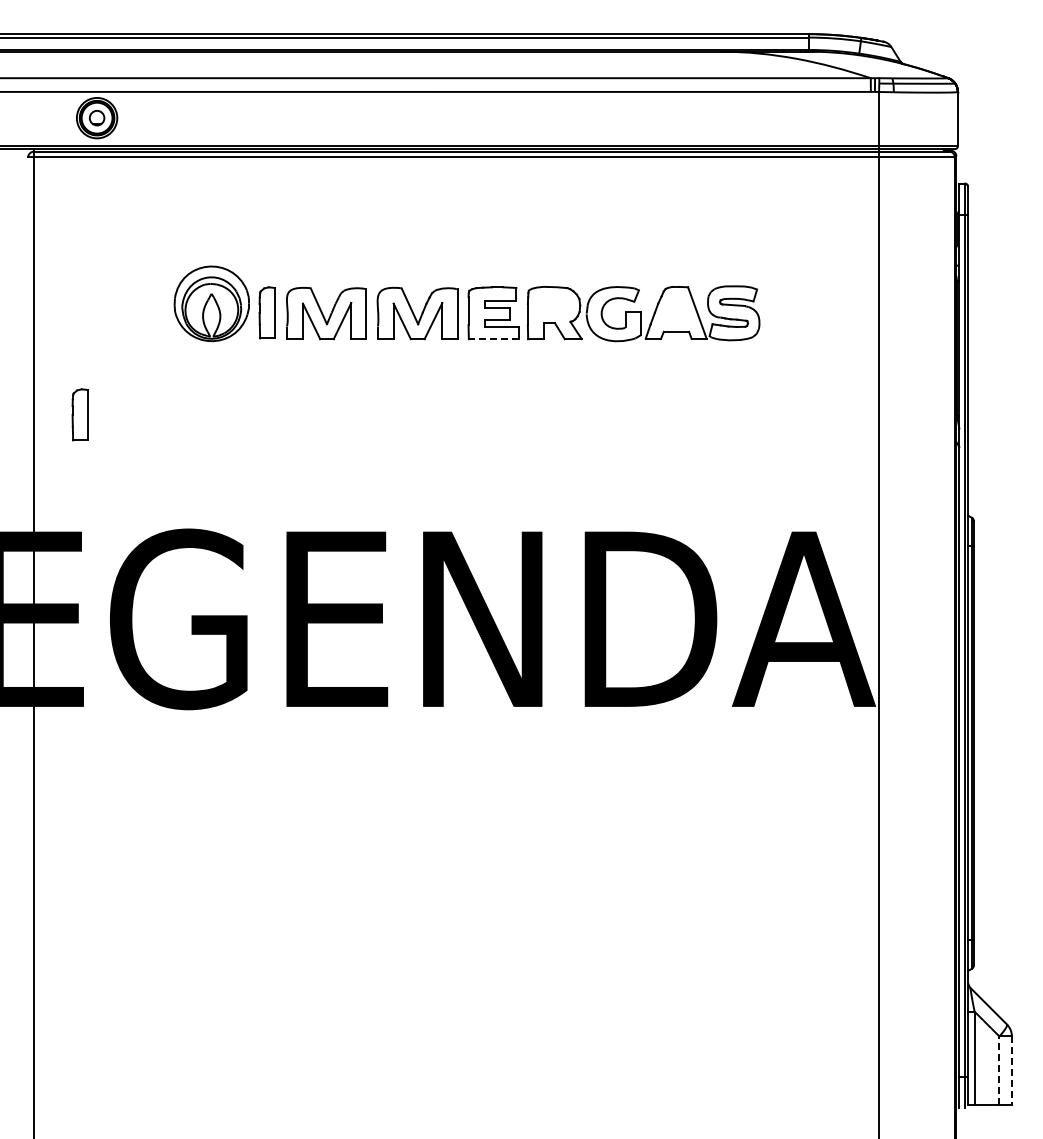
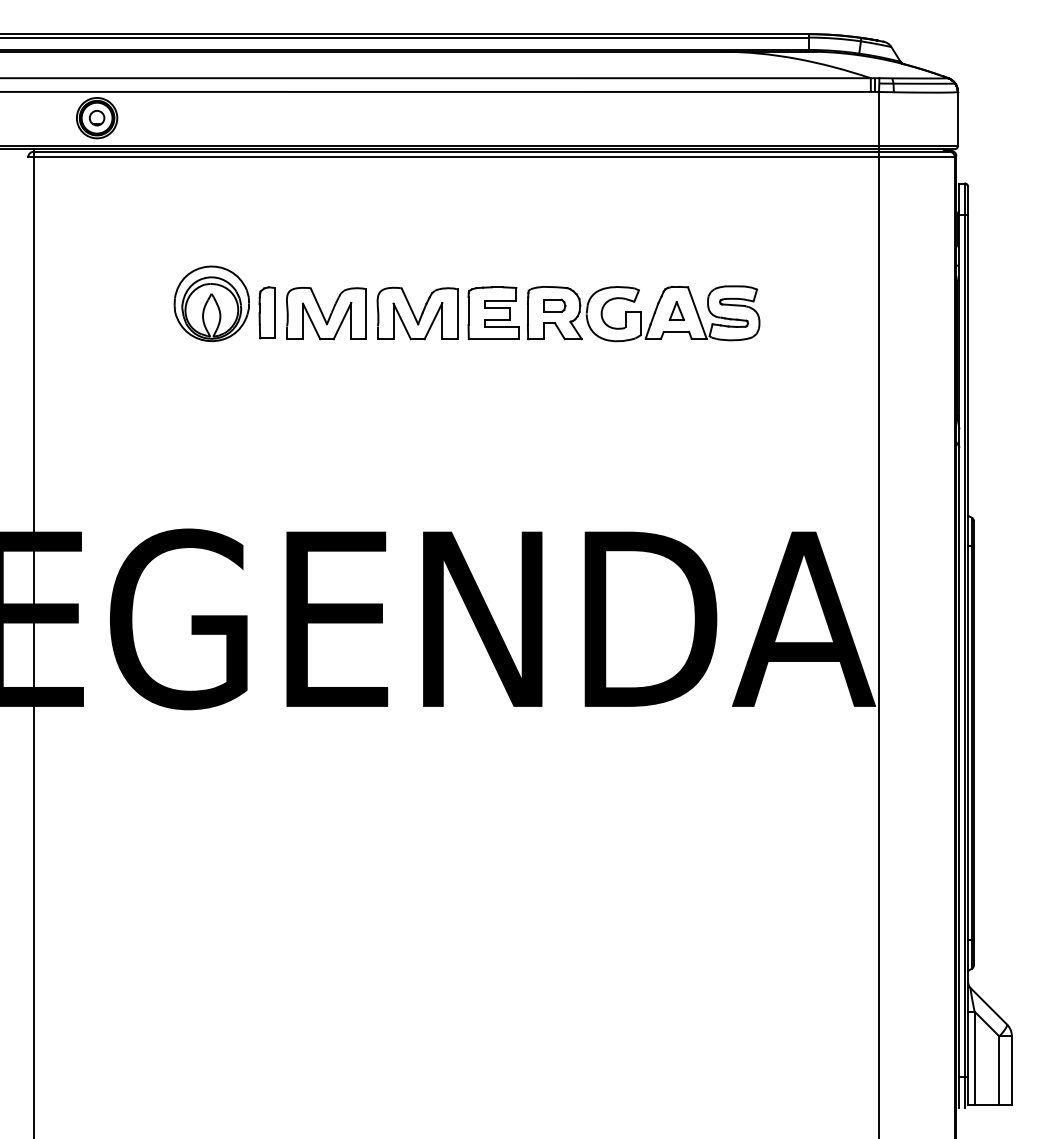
part at (554, 305): none -> present
part at (676, 311): none -> present
line at (493, 339): dashed -> solid
part at (79, 414): present -> none
line at (999, 1070): dashed -> solid
line at (1011, 1071): dashed -> solid
